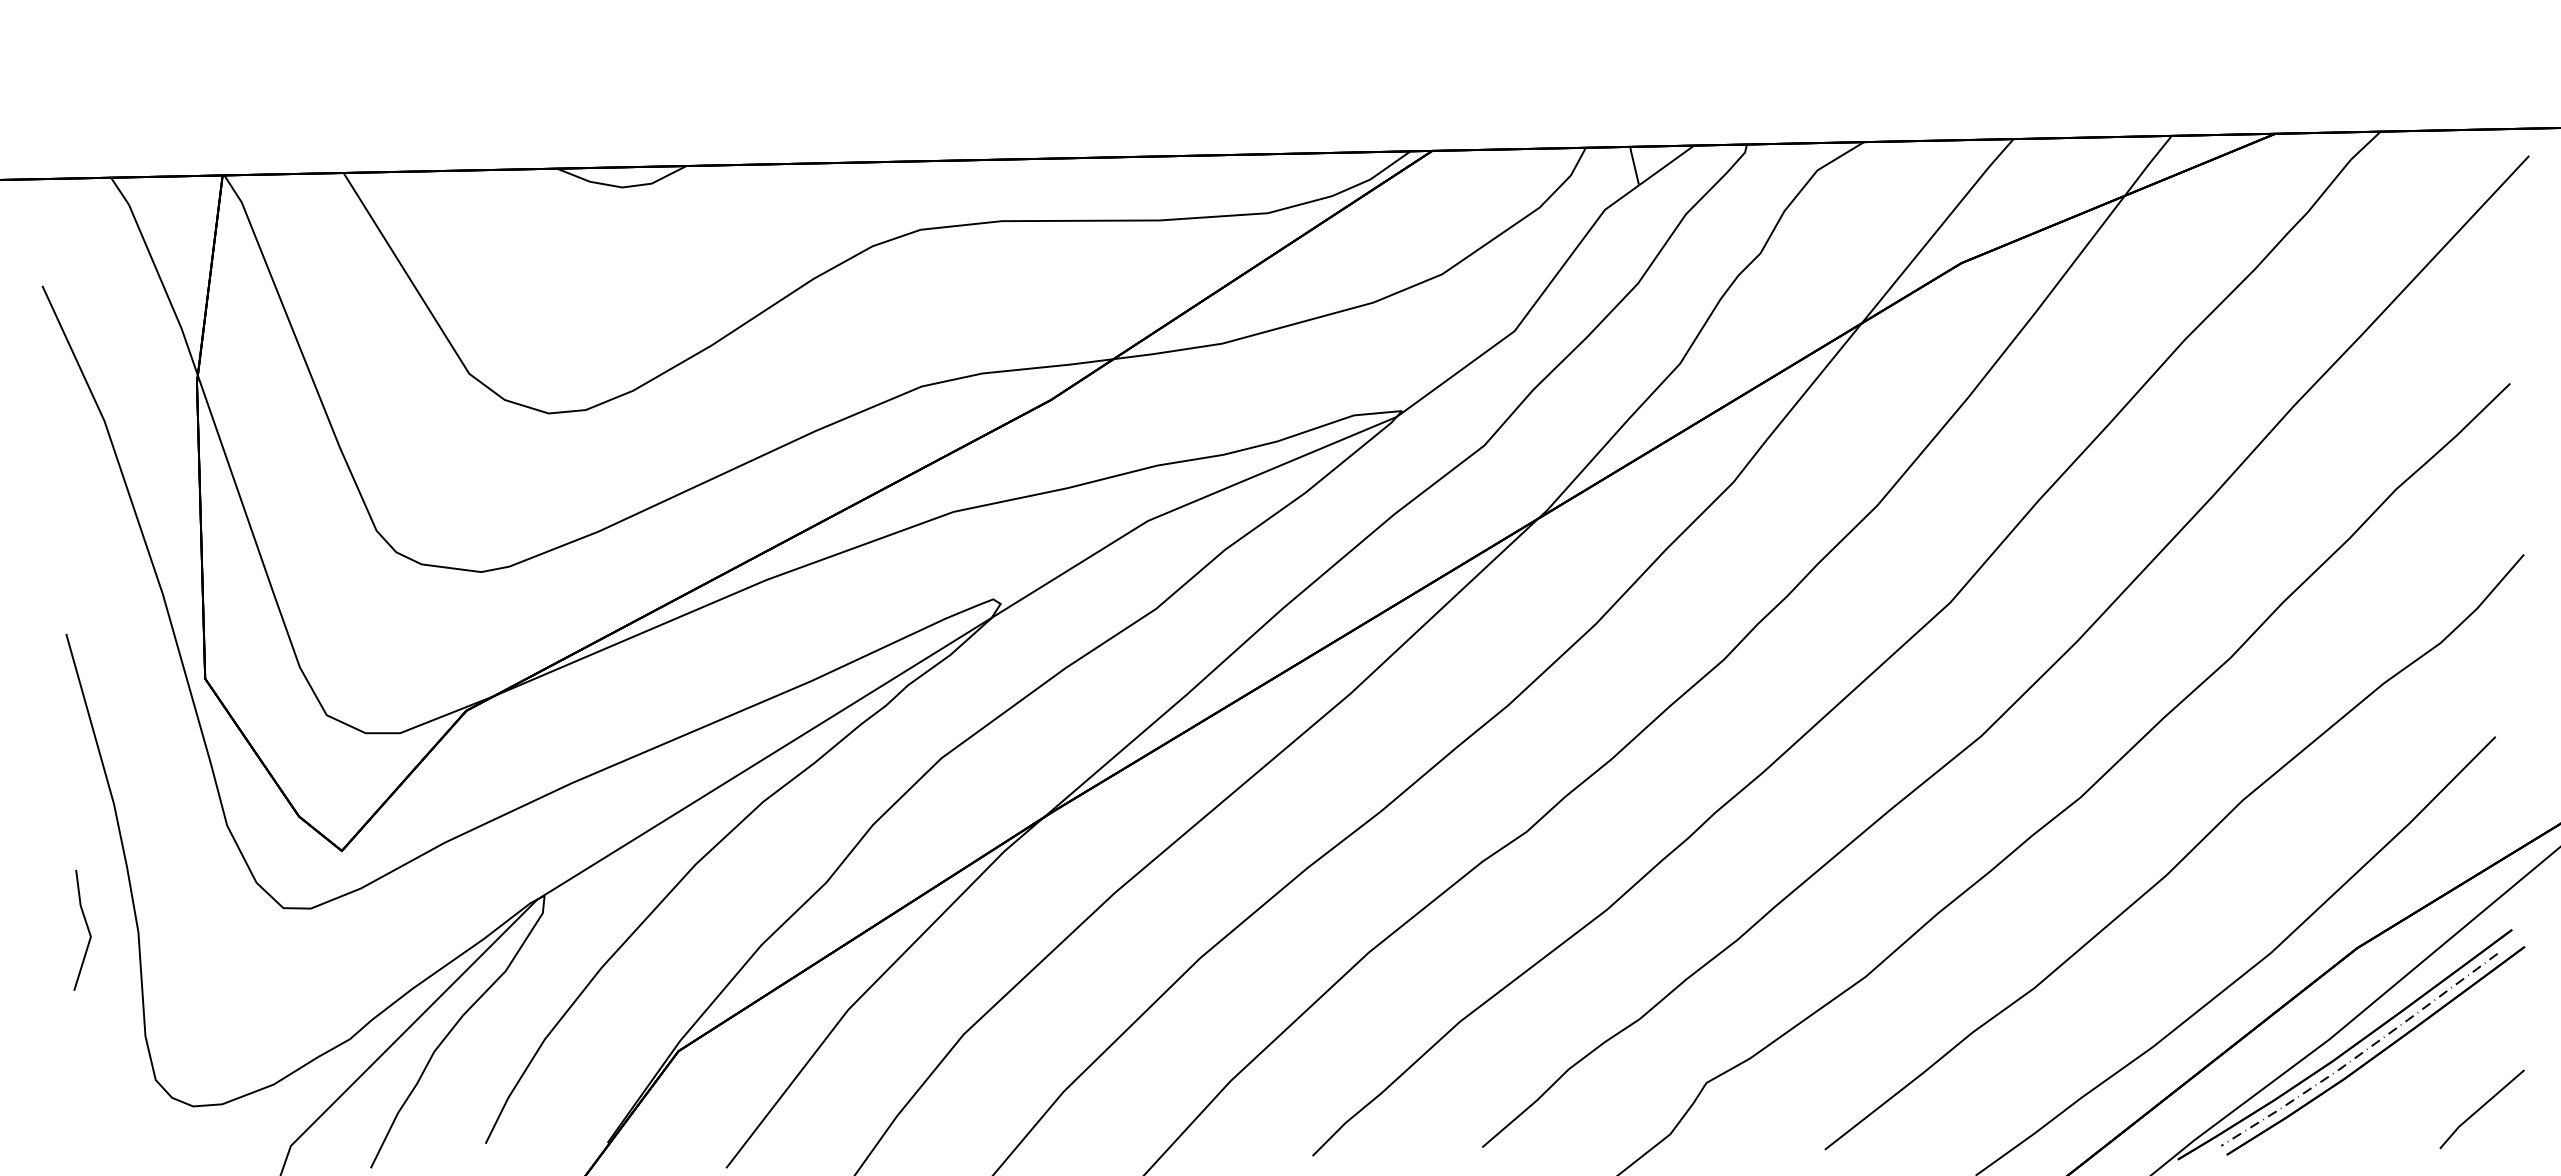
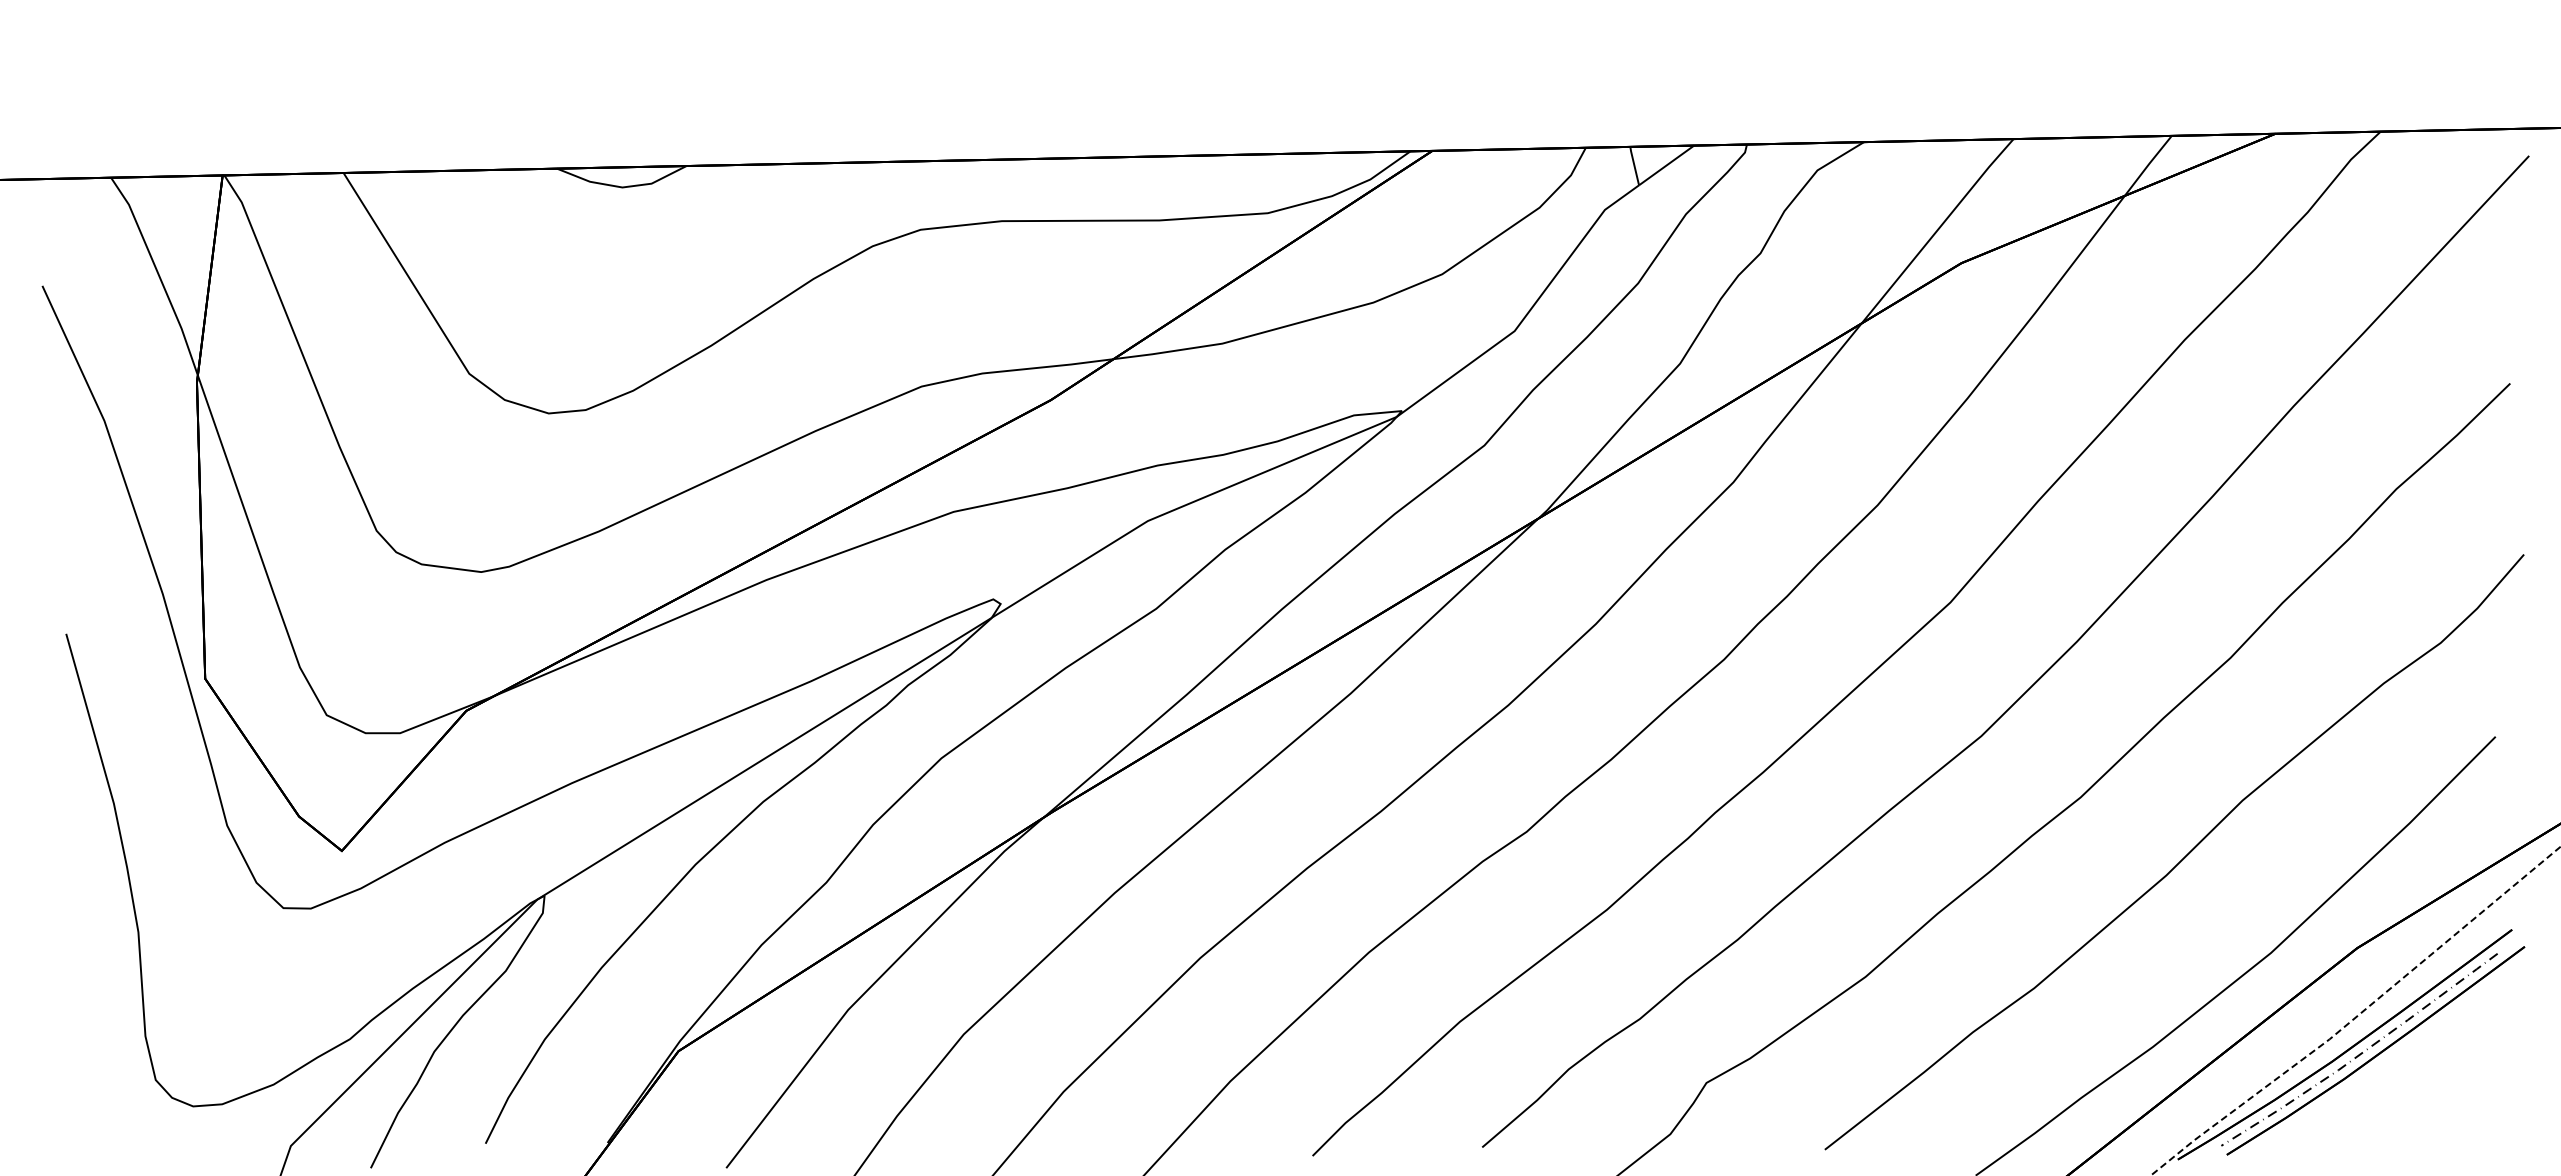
line at (86, 927): present -> none
line at (2357, 1016): solid -> dashed
line at (2481, 1108): present -> none
